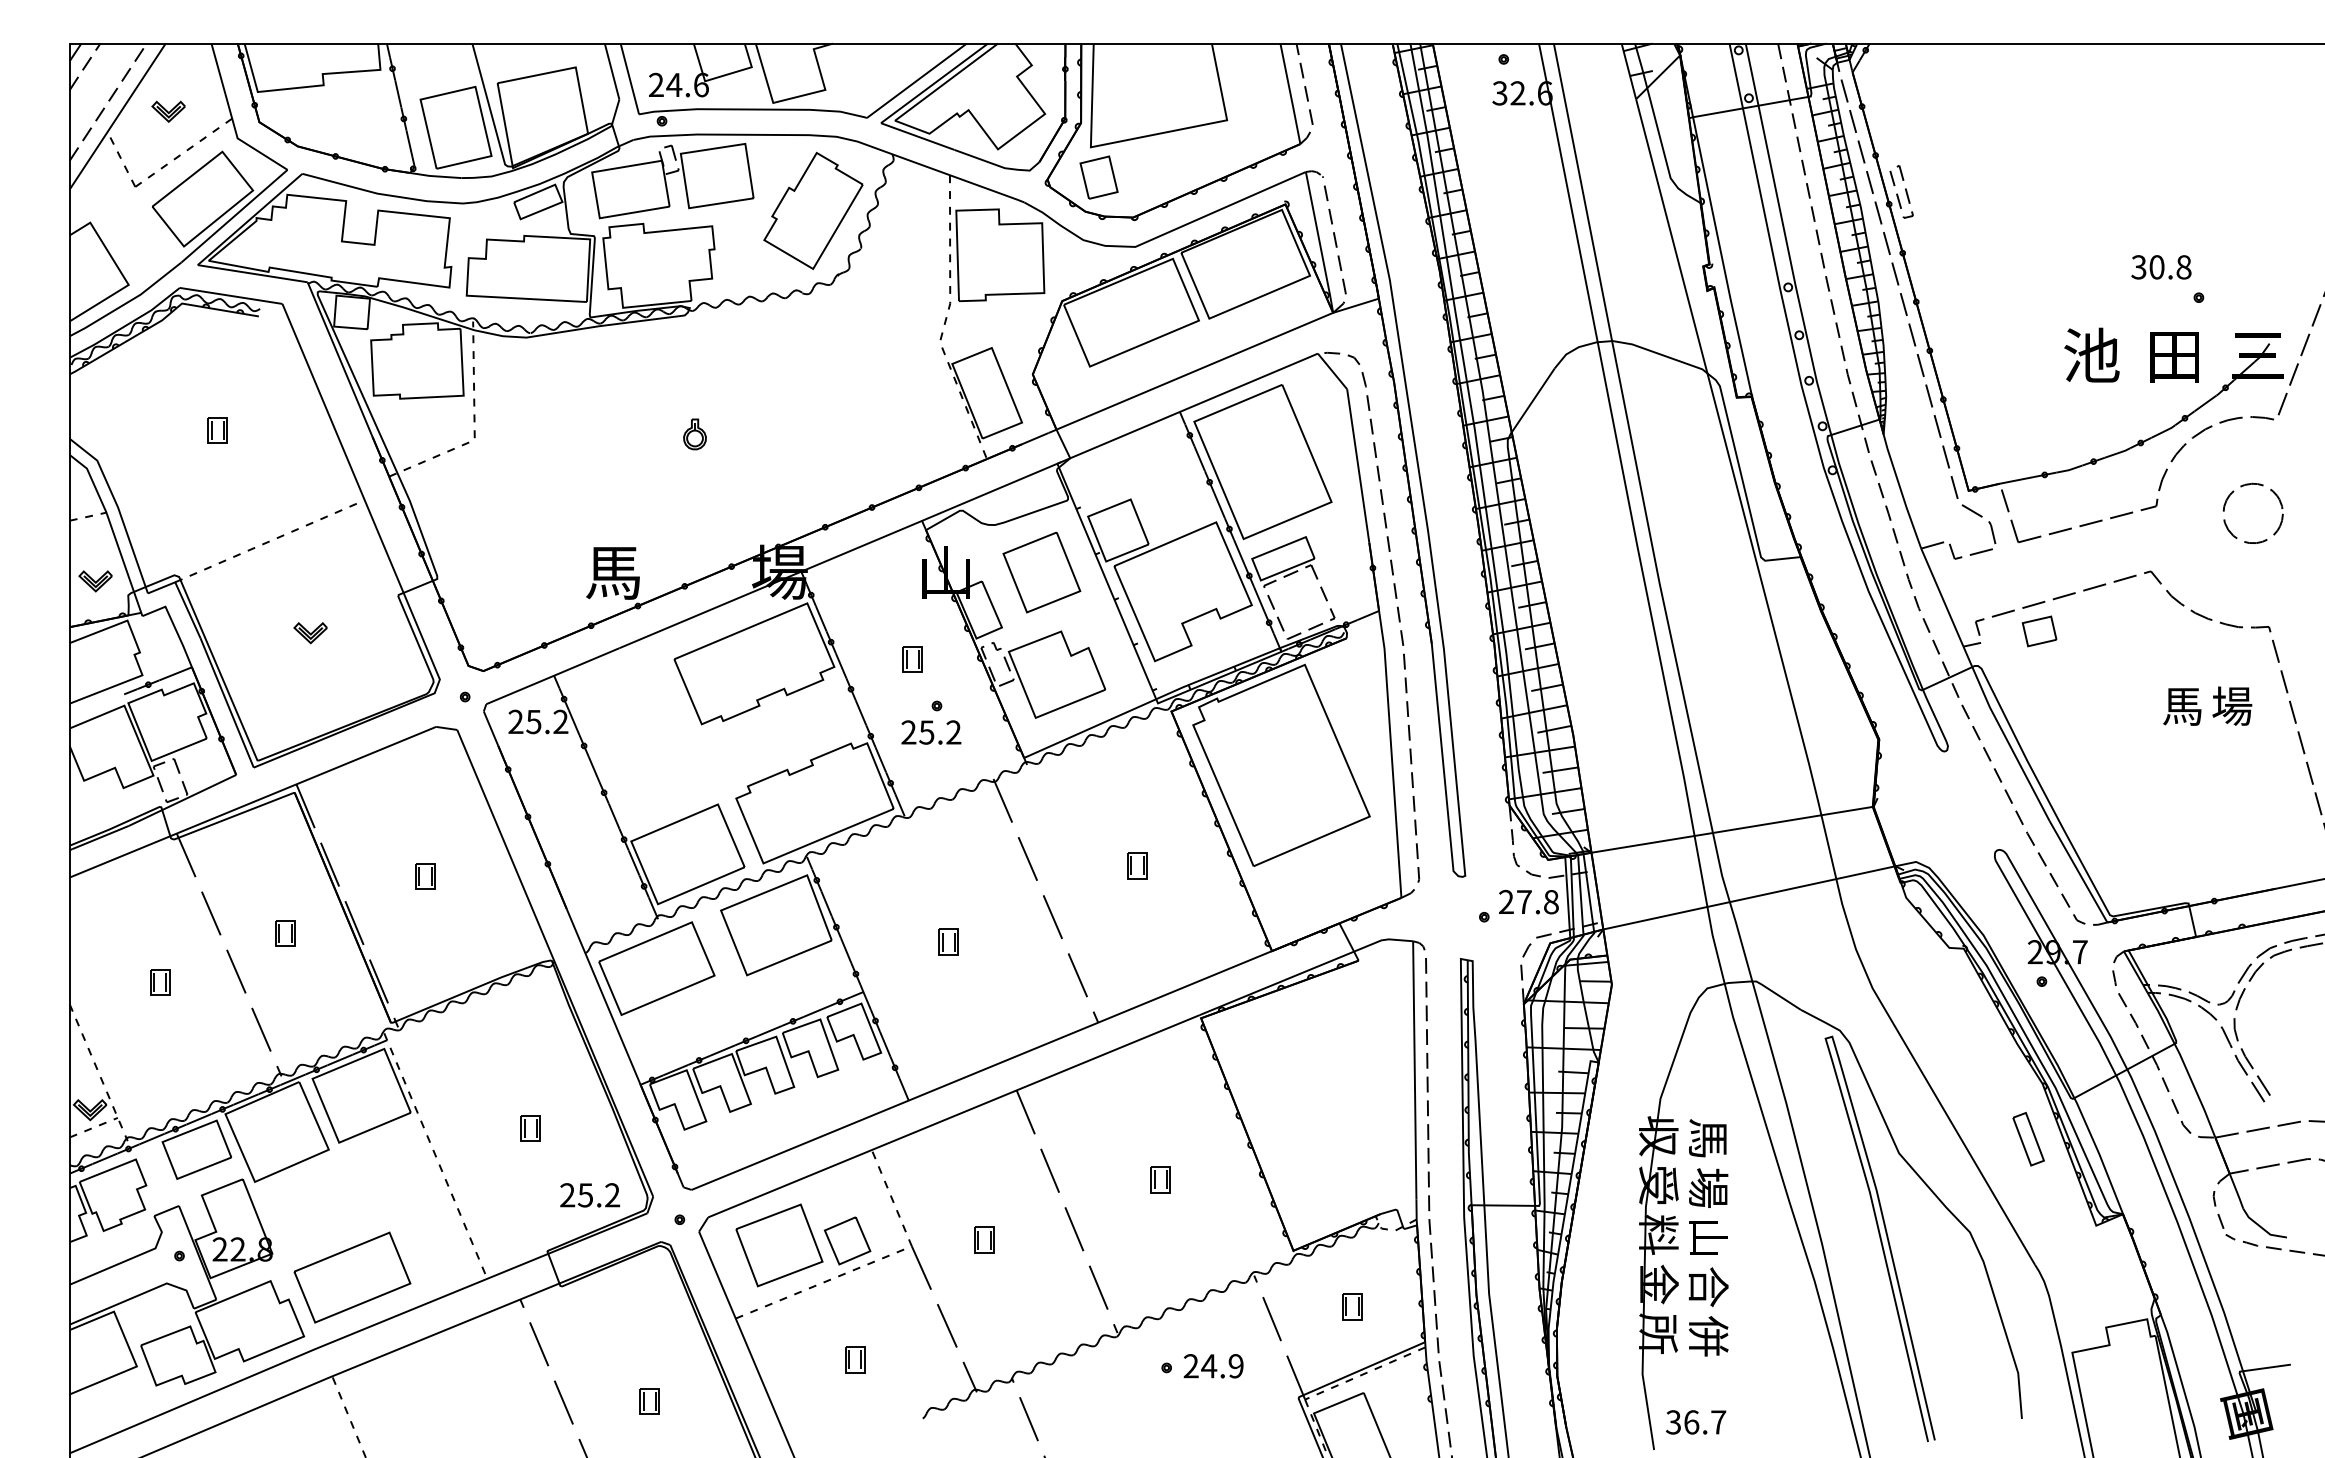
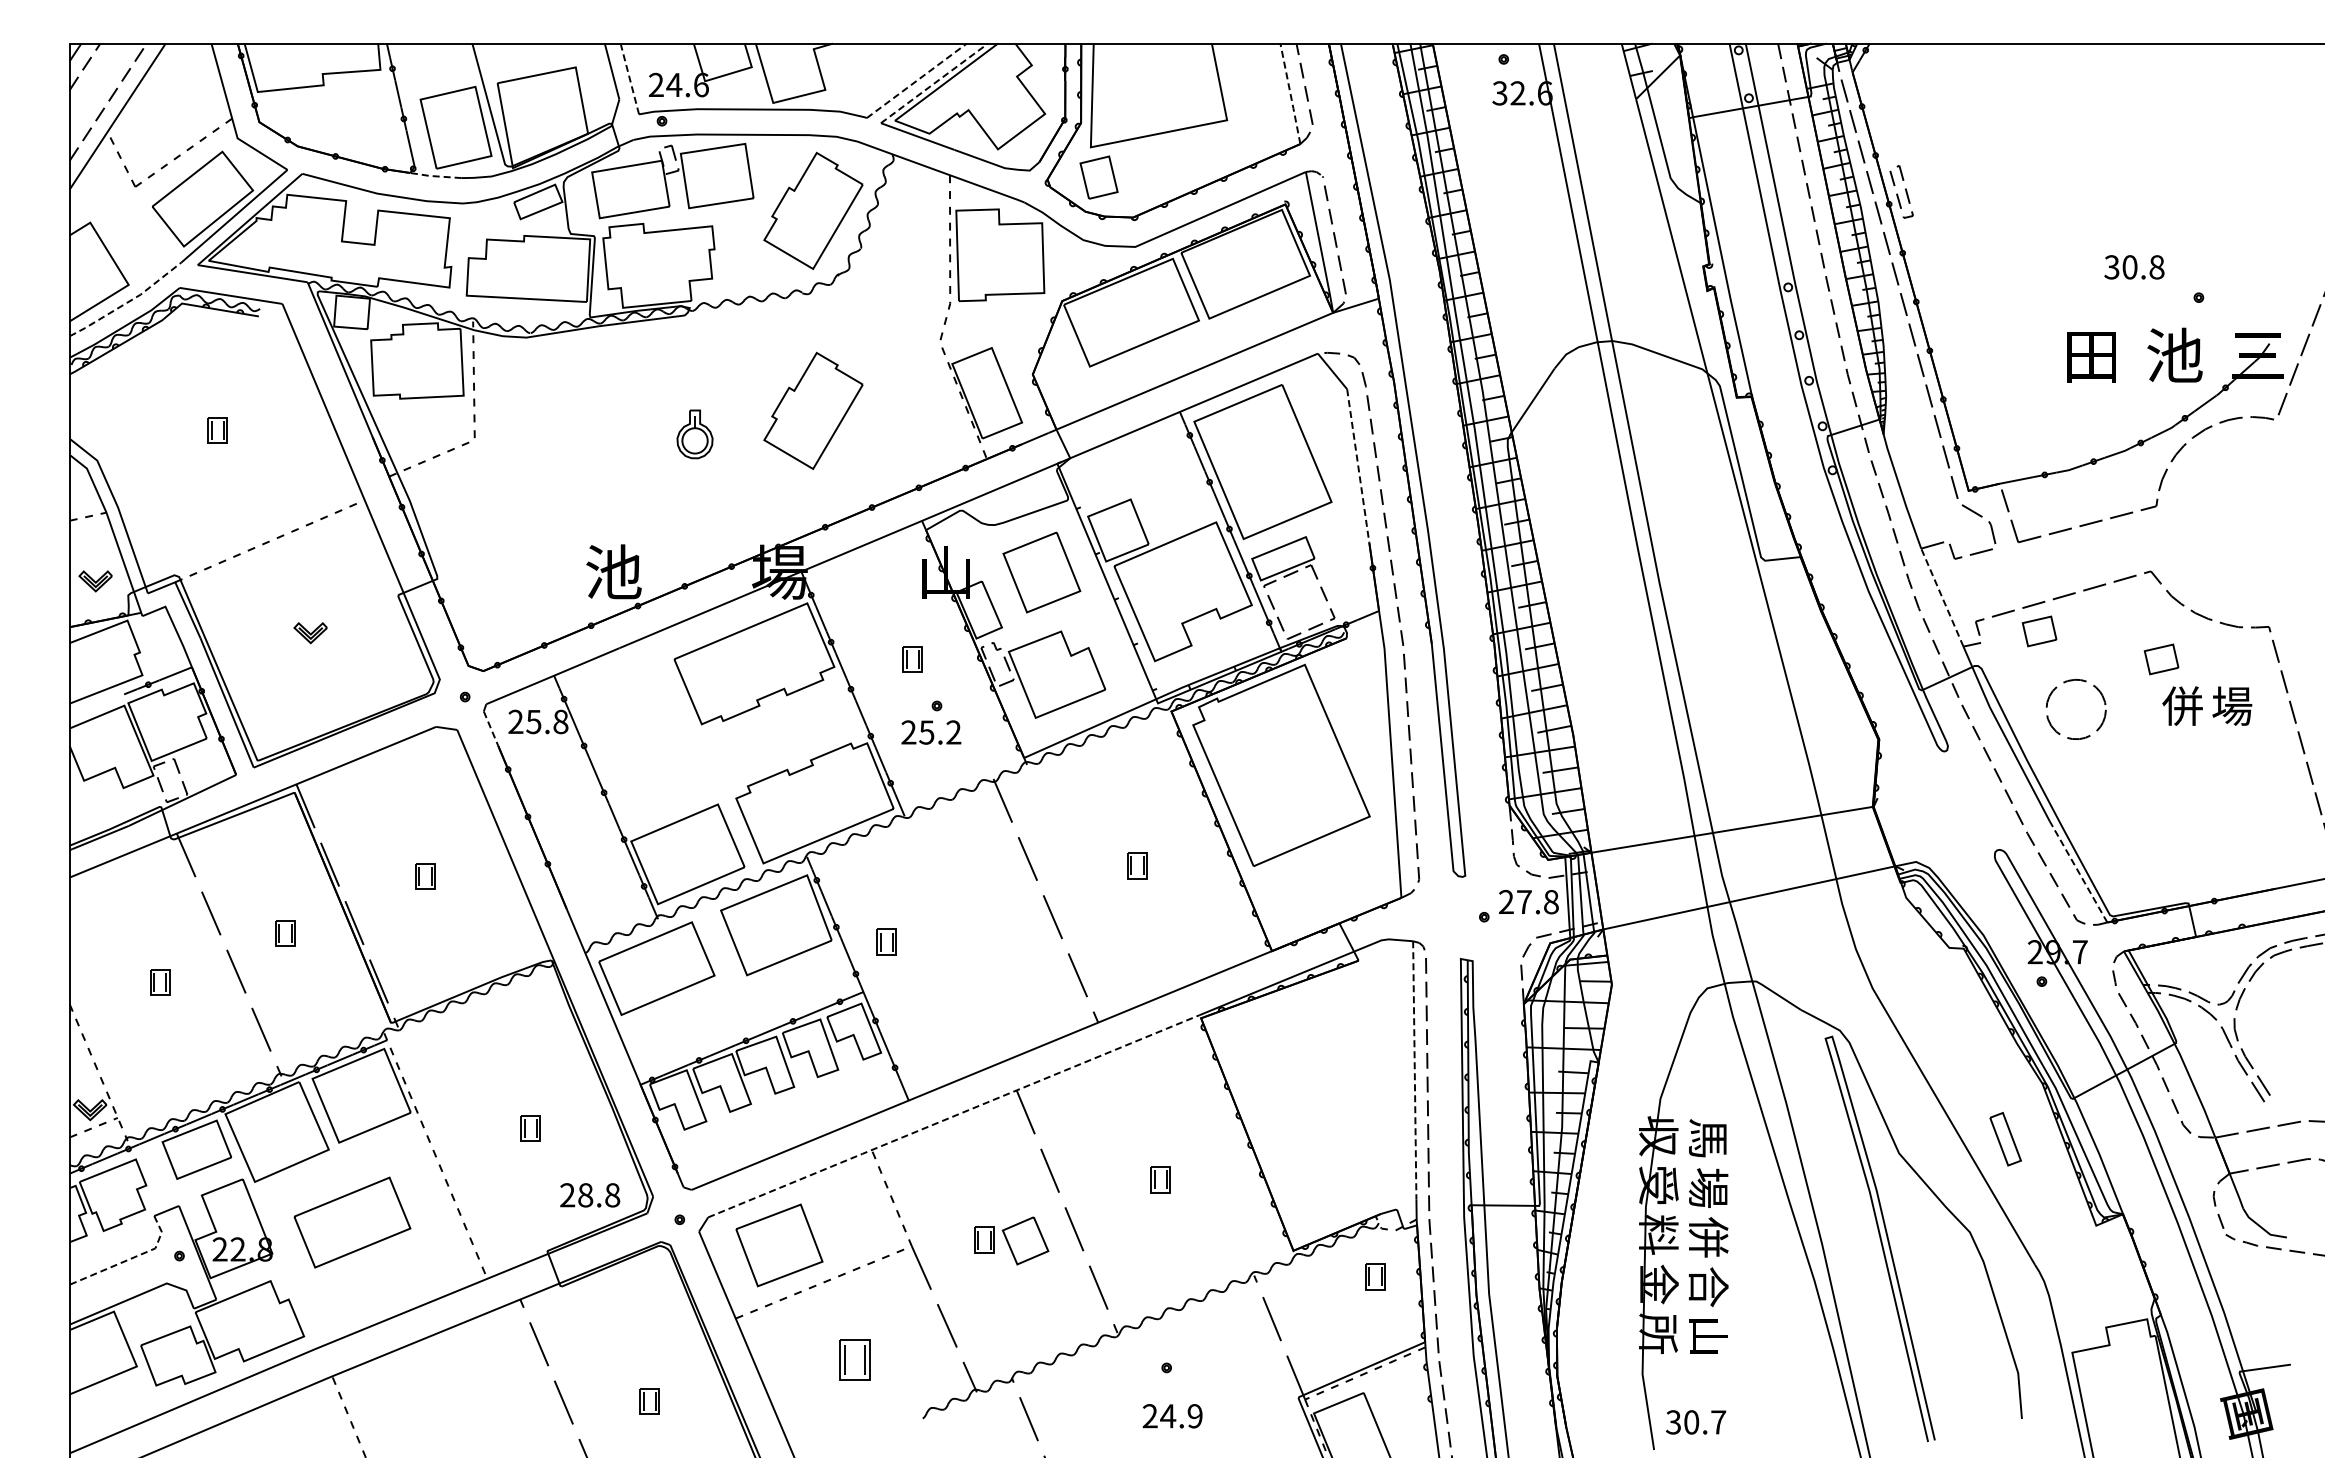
line at (629, 79): solid -> dashed
line at (917, 80): solid -> dashed
line at (934, 83): solid -> dashed
line at (1290, 93): solid -> dashed
part at (168, 111): present -> none
line at (435, 176): solid -> dashed
text at (2161, 267) position: (2161, 267) -> (2134, 267)
line at (127, 302): solid -> dashed
text at (2091, 354): 池 -> 田
text at (2174, 354): 田 -> 池
part at (813, 410): none -> present
part at (694, 434) size: 24x33 px -> 38x51 px
line at (1358, 466): solid -> dashed
part at (2249, 485) position: (2249, 485) -> (2072, 681)
text at (613, 571): 馬 -> 池
line at (1942, 597): solid -> dashed
part at (2161, 659): none -> present
text at (2182, 705): 馬 -> 併
text at (560, 721): 25.2 -> 25.8
line at (491, 728): solid -> dashed
line at (2078, 871): solid -> dashed
part at (948, 941) position: (948, 941) -> (886, 941)
line at (1414, 1070): solid -> dashed
line at (954, 1115): solid -> dashed
part at (2028, 1139) position: (2028, 1139) -> (2005, 1139)
text at (598, 1195): 25.2 -> 28.8
text at (1708, 1237): 山 -> 併
part at (847, 1240) position: (847, 1240) -> (1025, 1240)
line at (129, 1259): solid -> dashed
part at (352, 1277) position: (352, 1277) -> (352, 1222)
part at (1352, 1306) position: (1352, 1306) -> (1375, 1276)
text at (1708, 1336): 併 -> 山
part at (855, 1359) size: 21x28 px -> 32x42 px
text at (1213, 1366) position: (1213, 1366) -> (1172, 1416)
text at (1691, 1422): 36.7 -> 30.7
